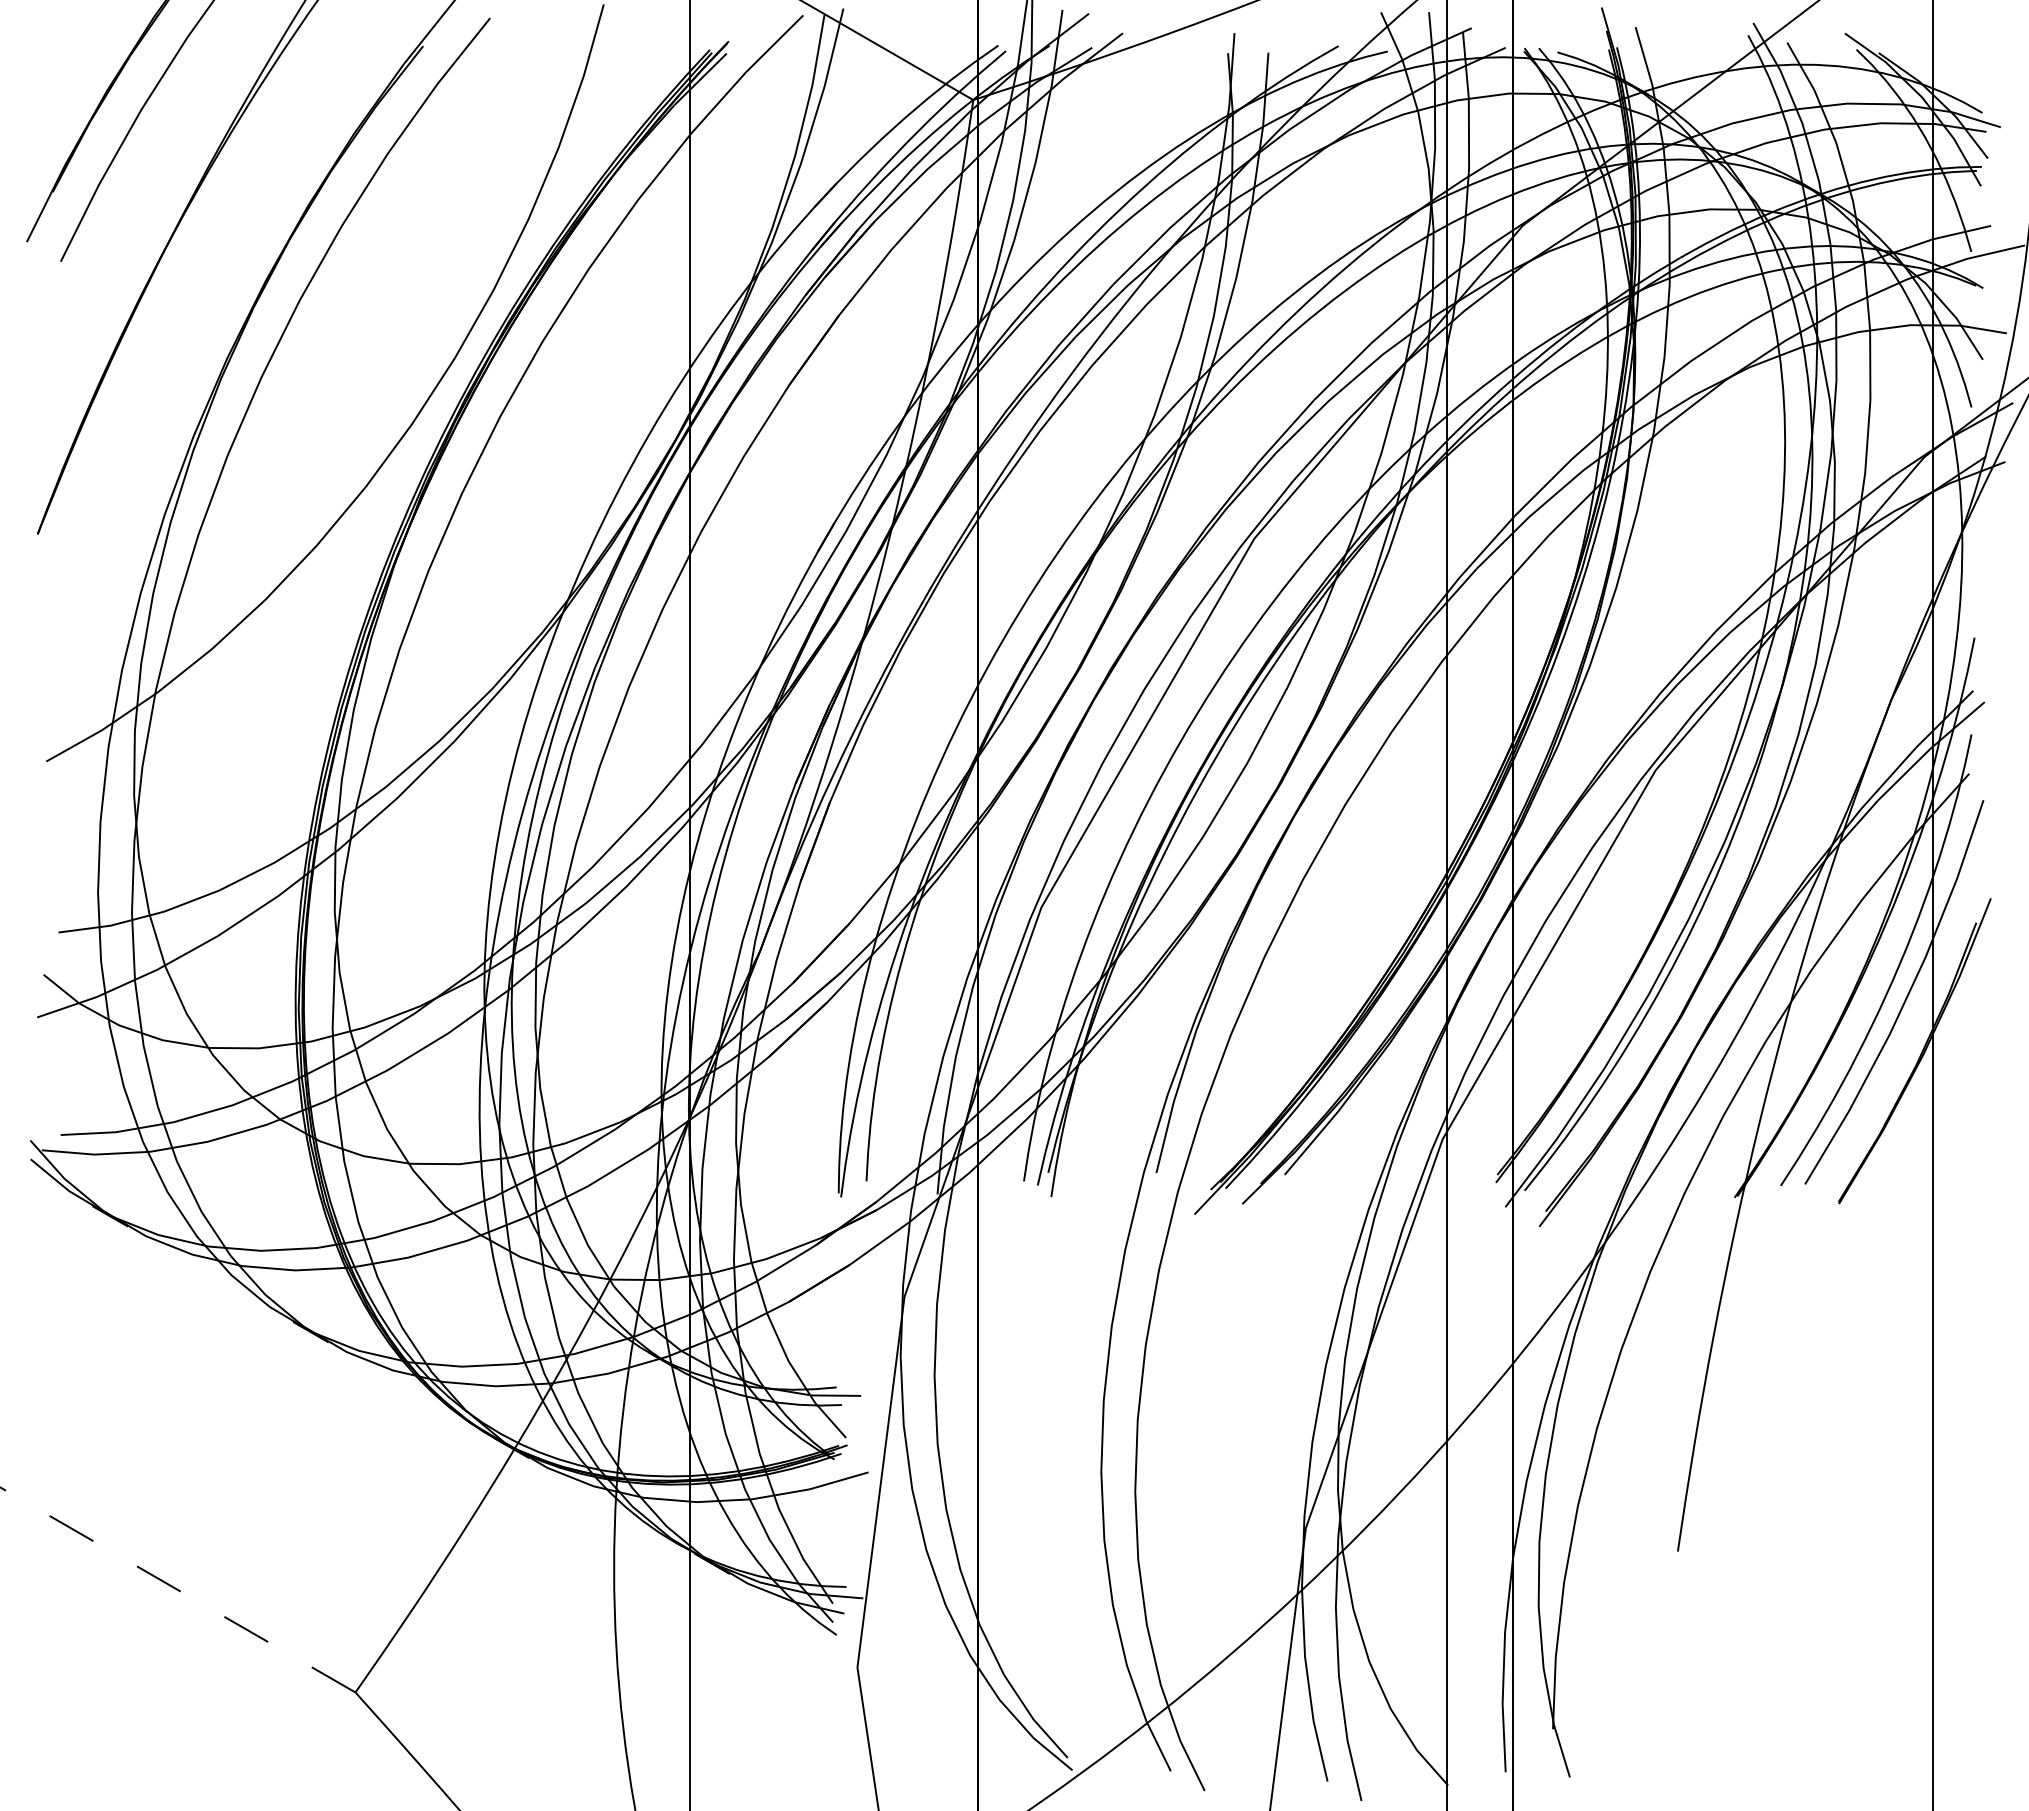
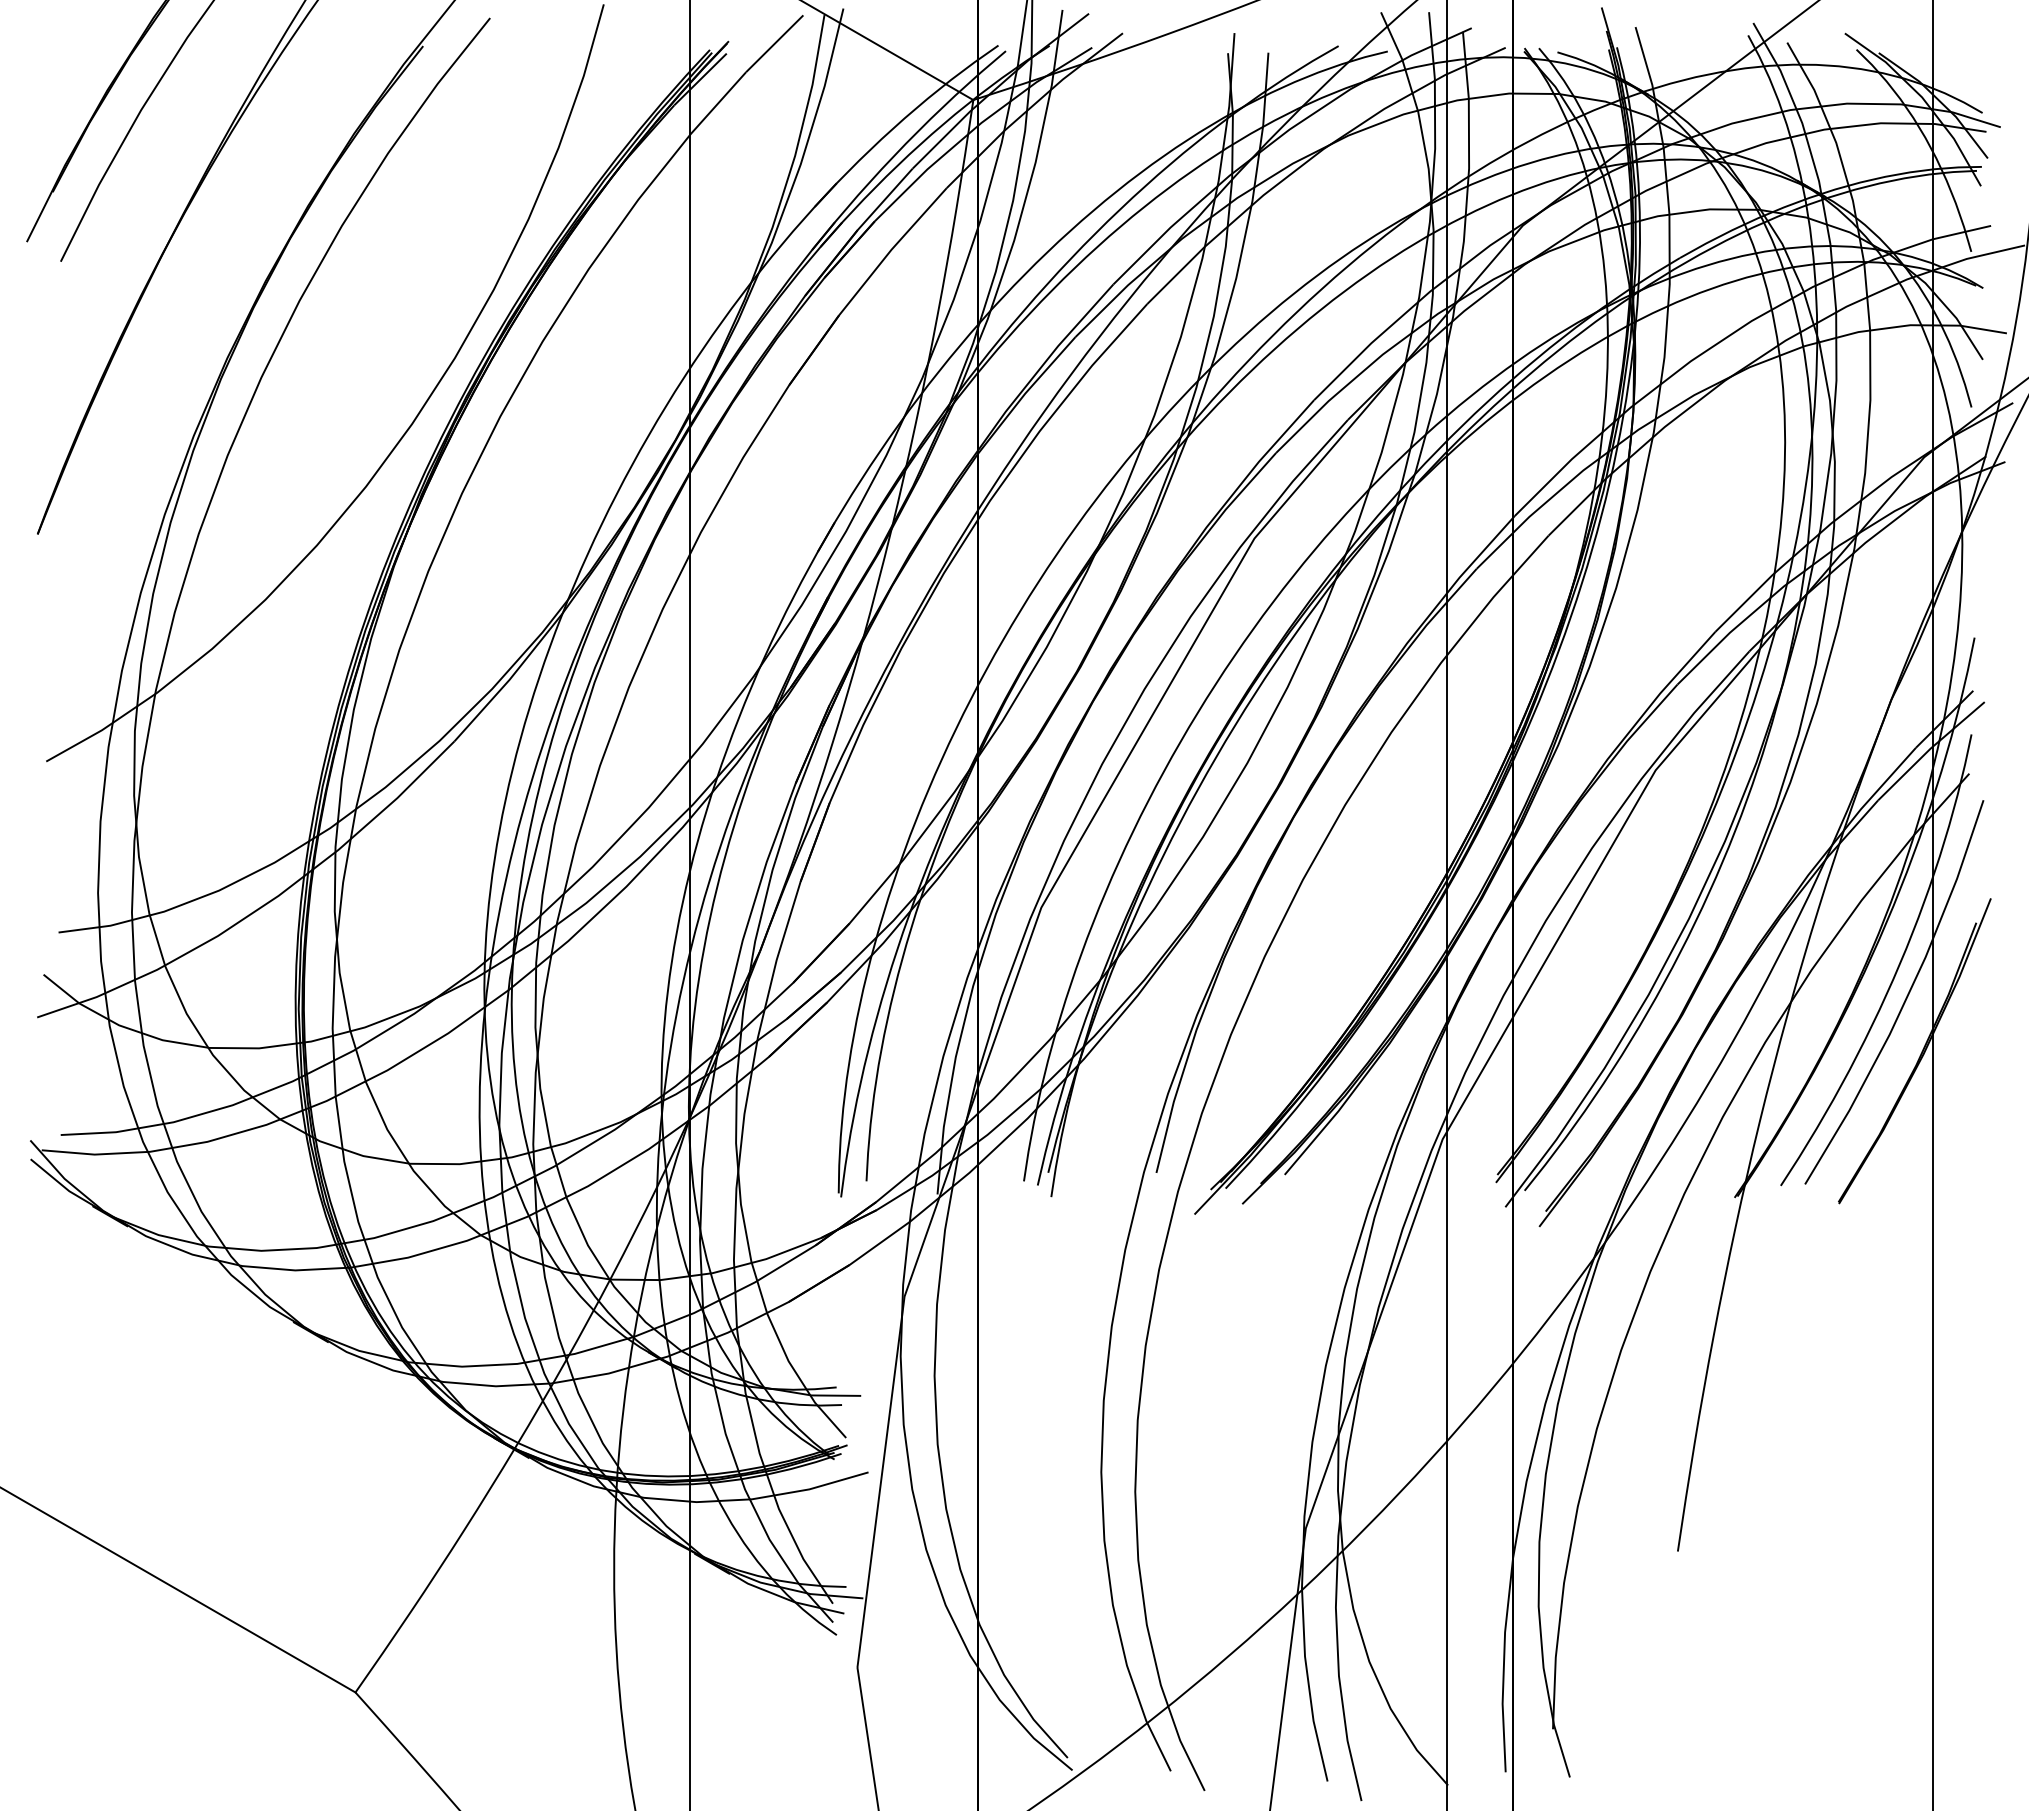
line at (178, 1590): dashed -> solid
